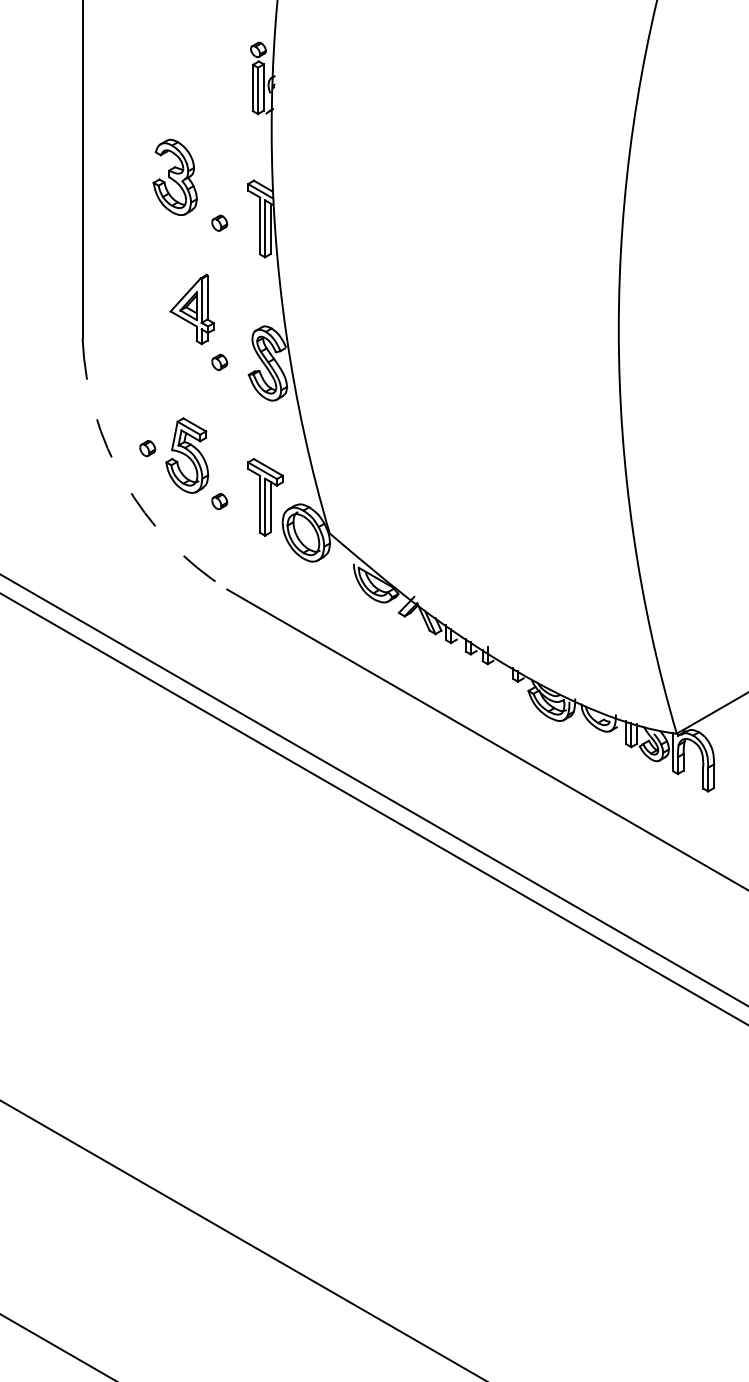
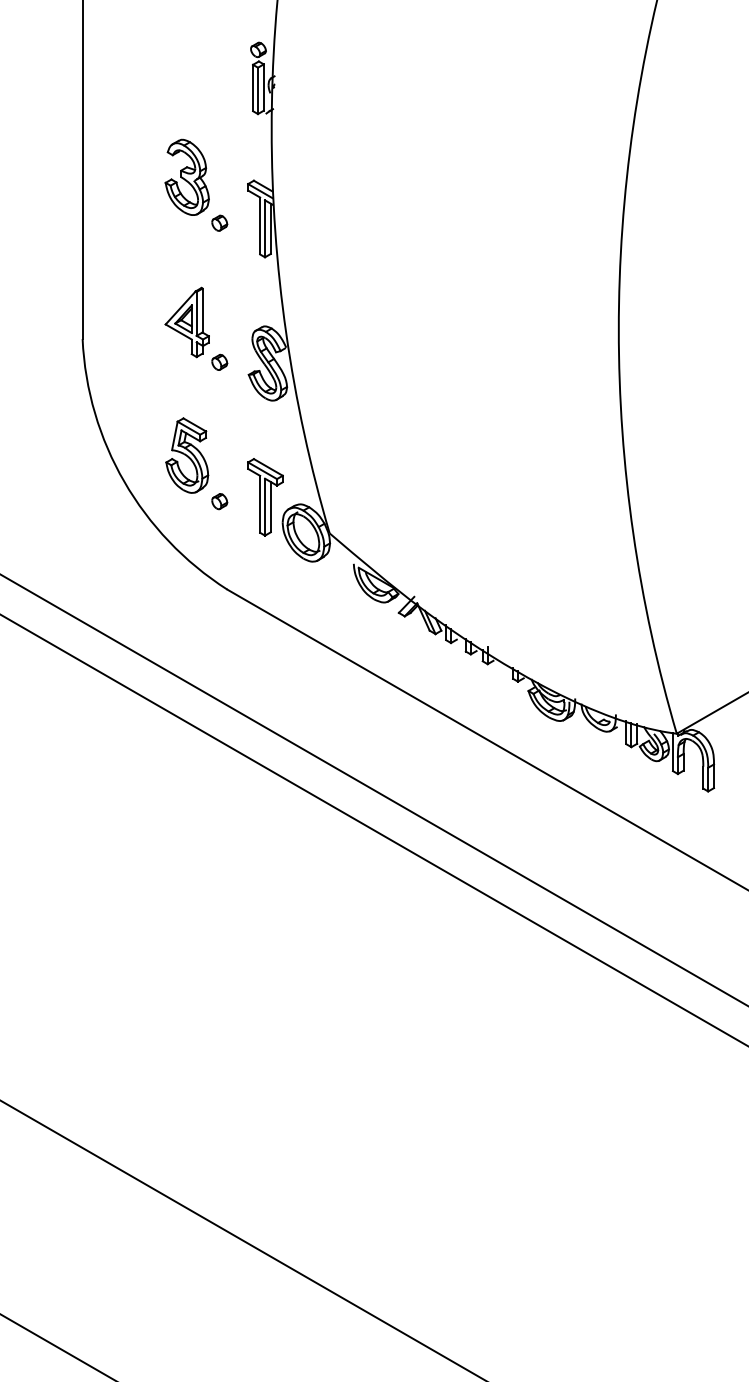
part at (174, 176) position: (174, 176) -> (186, 176)
part at (191, 309) position: (191, 309) -> (186, 322)
part at (147, 448): present -> none
arc at (124, 481): dashed -> solid
line at (373, 808) position: (373, 808) -> (373, 829)
